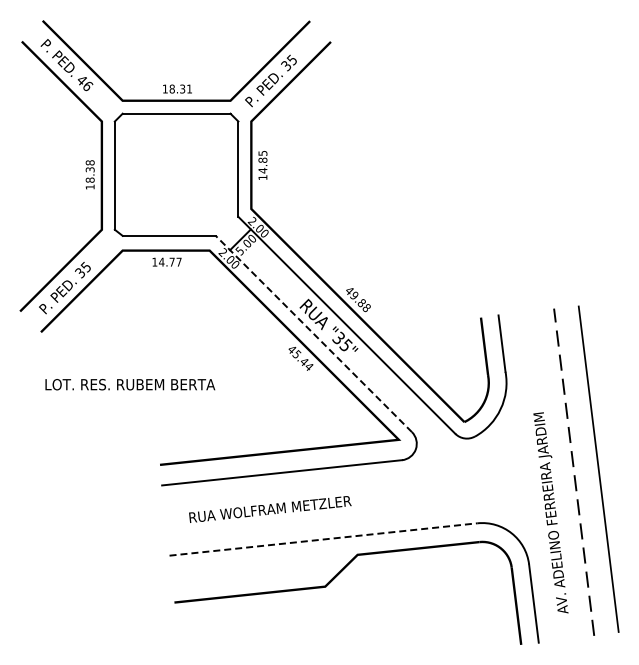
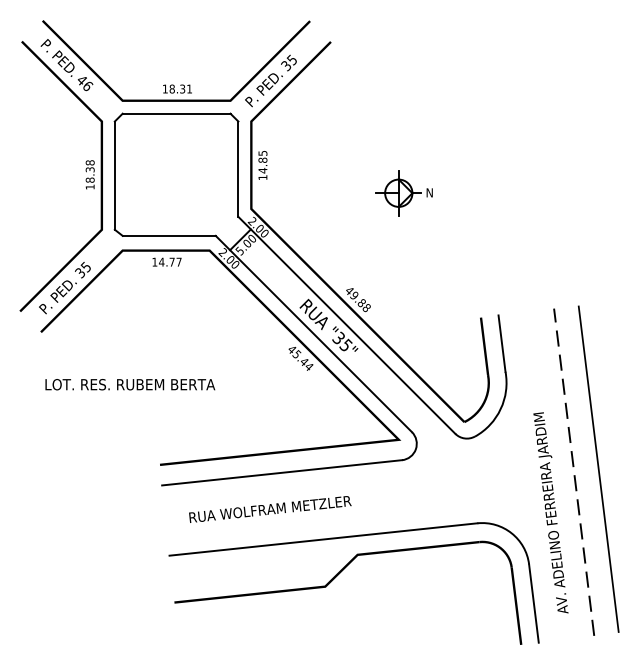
part at (403, 193): none -> present
line at (313, 334): dashed -> solid
line at (323, 539): dashed -> solid
